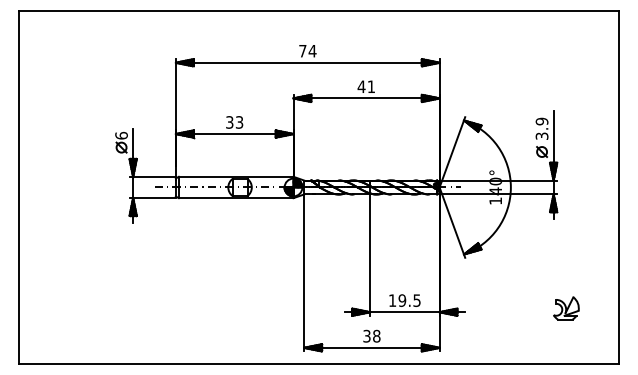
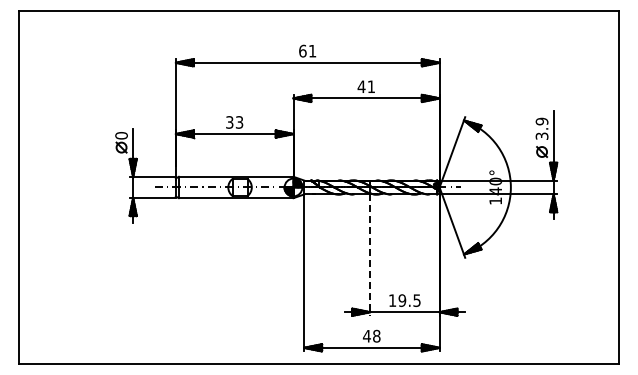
text at (307, 50): 74 -> 61
text at (121, 135): 6 -> 0
line at (370, 255): solid -> dashed
part at (566, 308): present -> none
text at (366, 335): 38 -> 48
